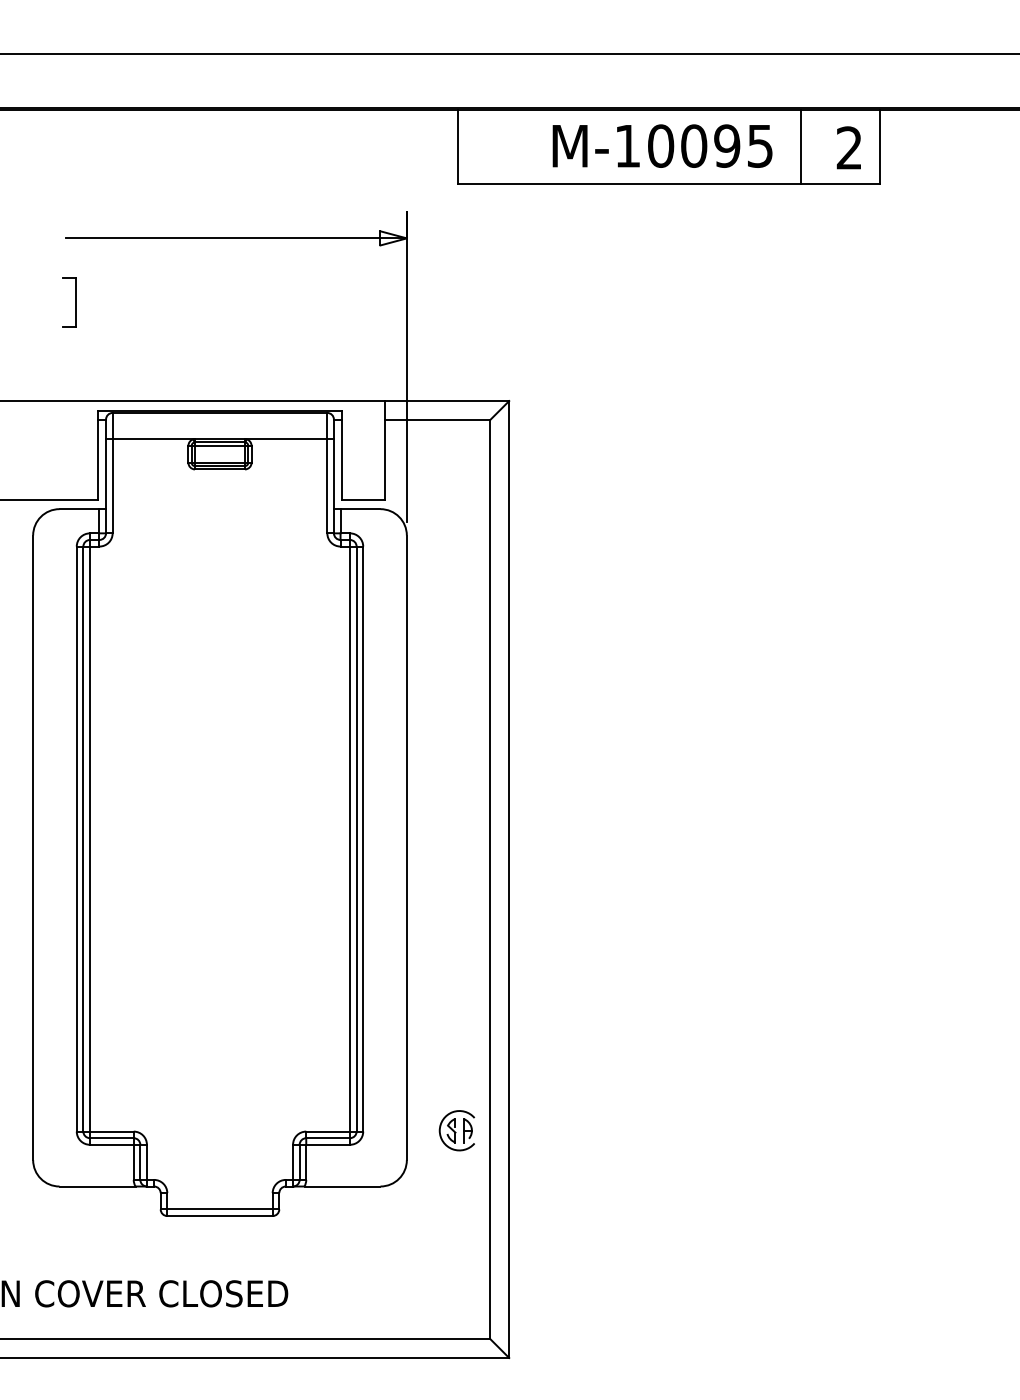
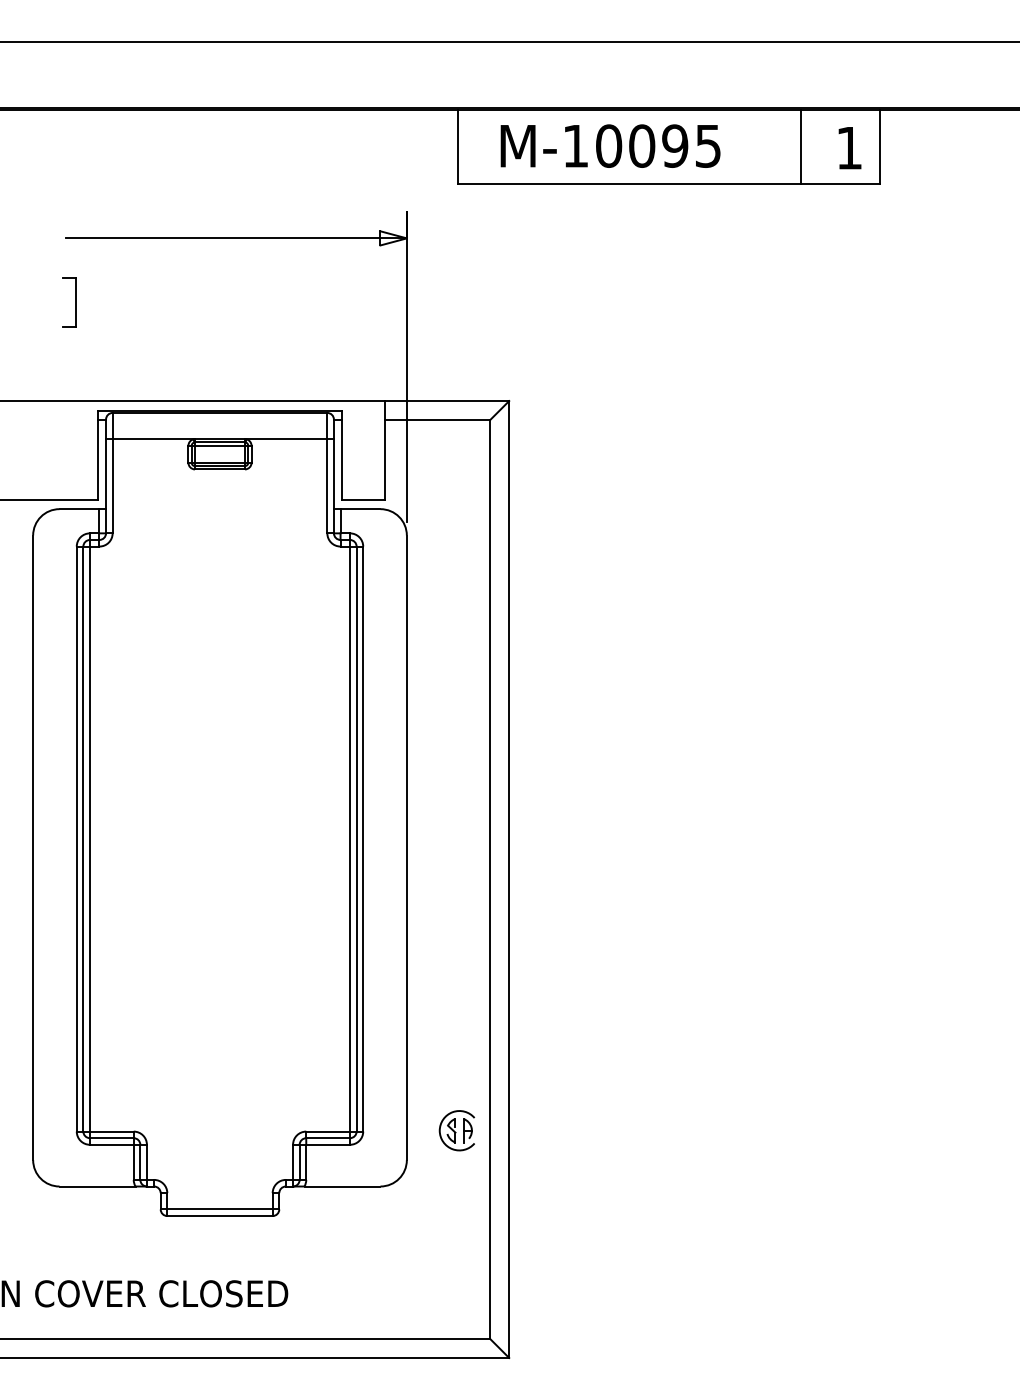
line at (509, 54) position: (509, 54) -> (509, 42)
text at (662, 145) position: (662, 145) -> (610, 145)
text at (848, 147): 2 -> 1
